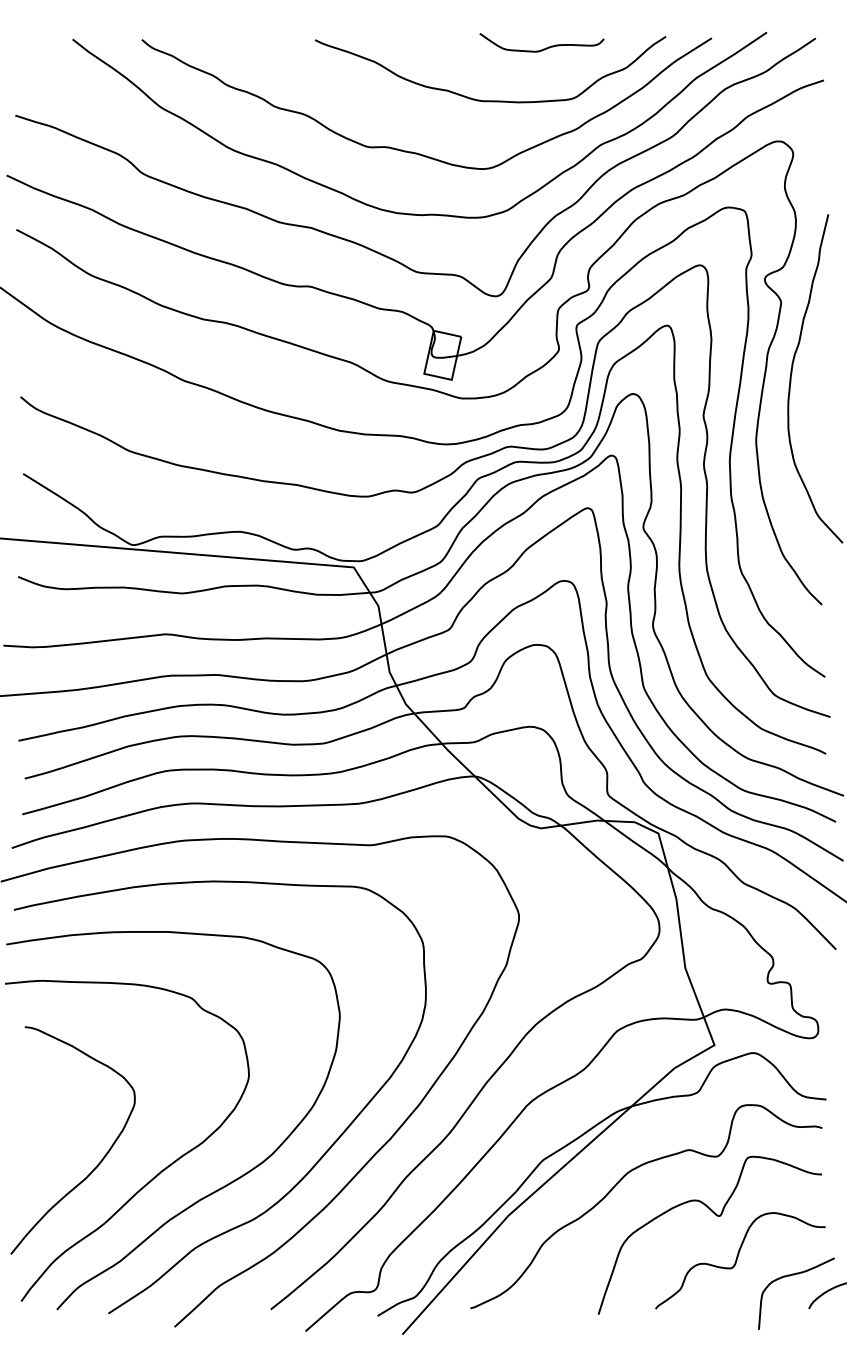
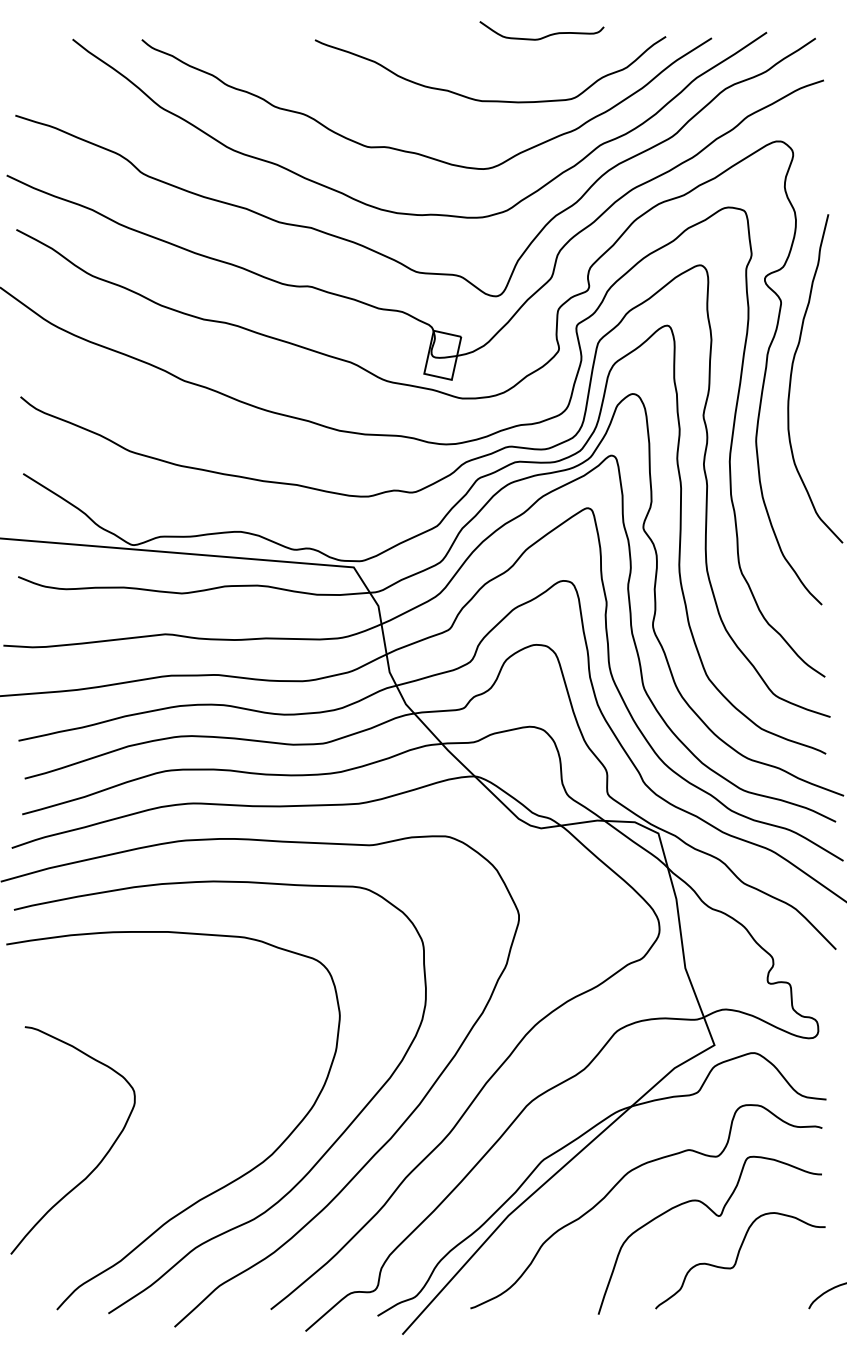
curve at (543, 48) position: (543, 48) -> (543, 36)
curve at (157, 1173): present -> none
curve at (790, 1276): present -> none
